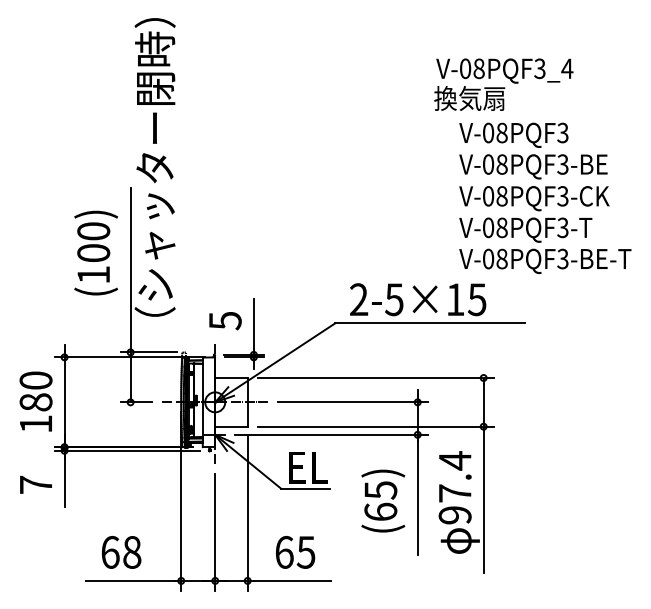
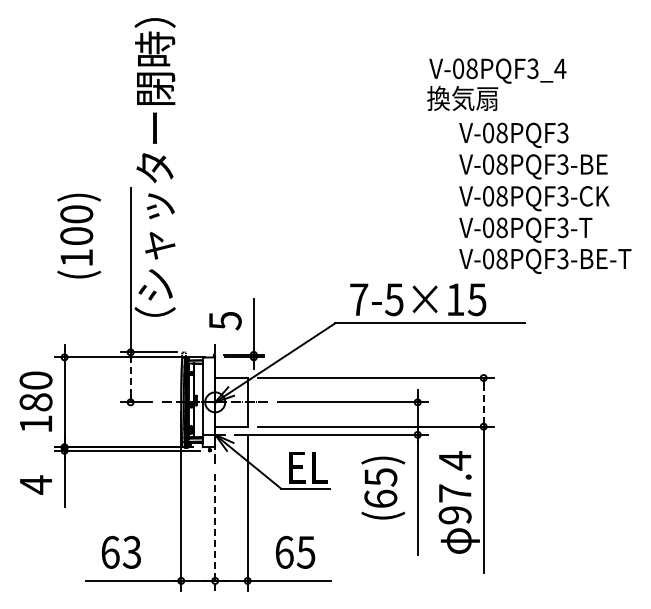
text at (503, 84) position: (503, 84) -> (496, 84)
text at (96, 252) position: (96, 252) -> (79, 235)
text at (359, 299): 2-5×15 -> 7-5×15
line at (130, 377): solid -> dashed
line at (483, 402): solid -> dashed
text at (35, 484): 7 -> 4
text at (383, 500) position: (383, 500) -> (383, 487)
line at (215, 532): solid -> dashed
text at (131, 551): 68 -> 63
